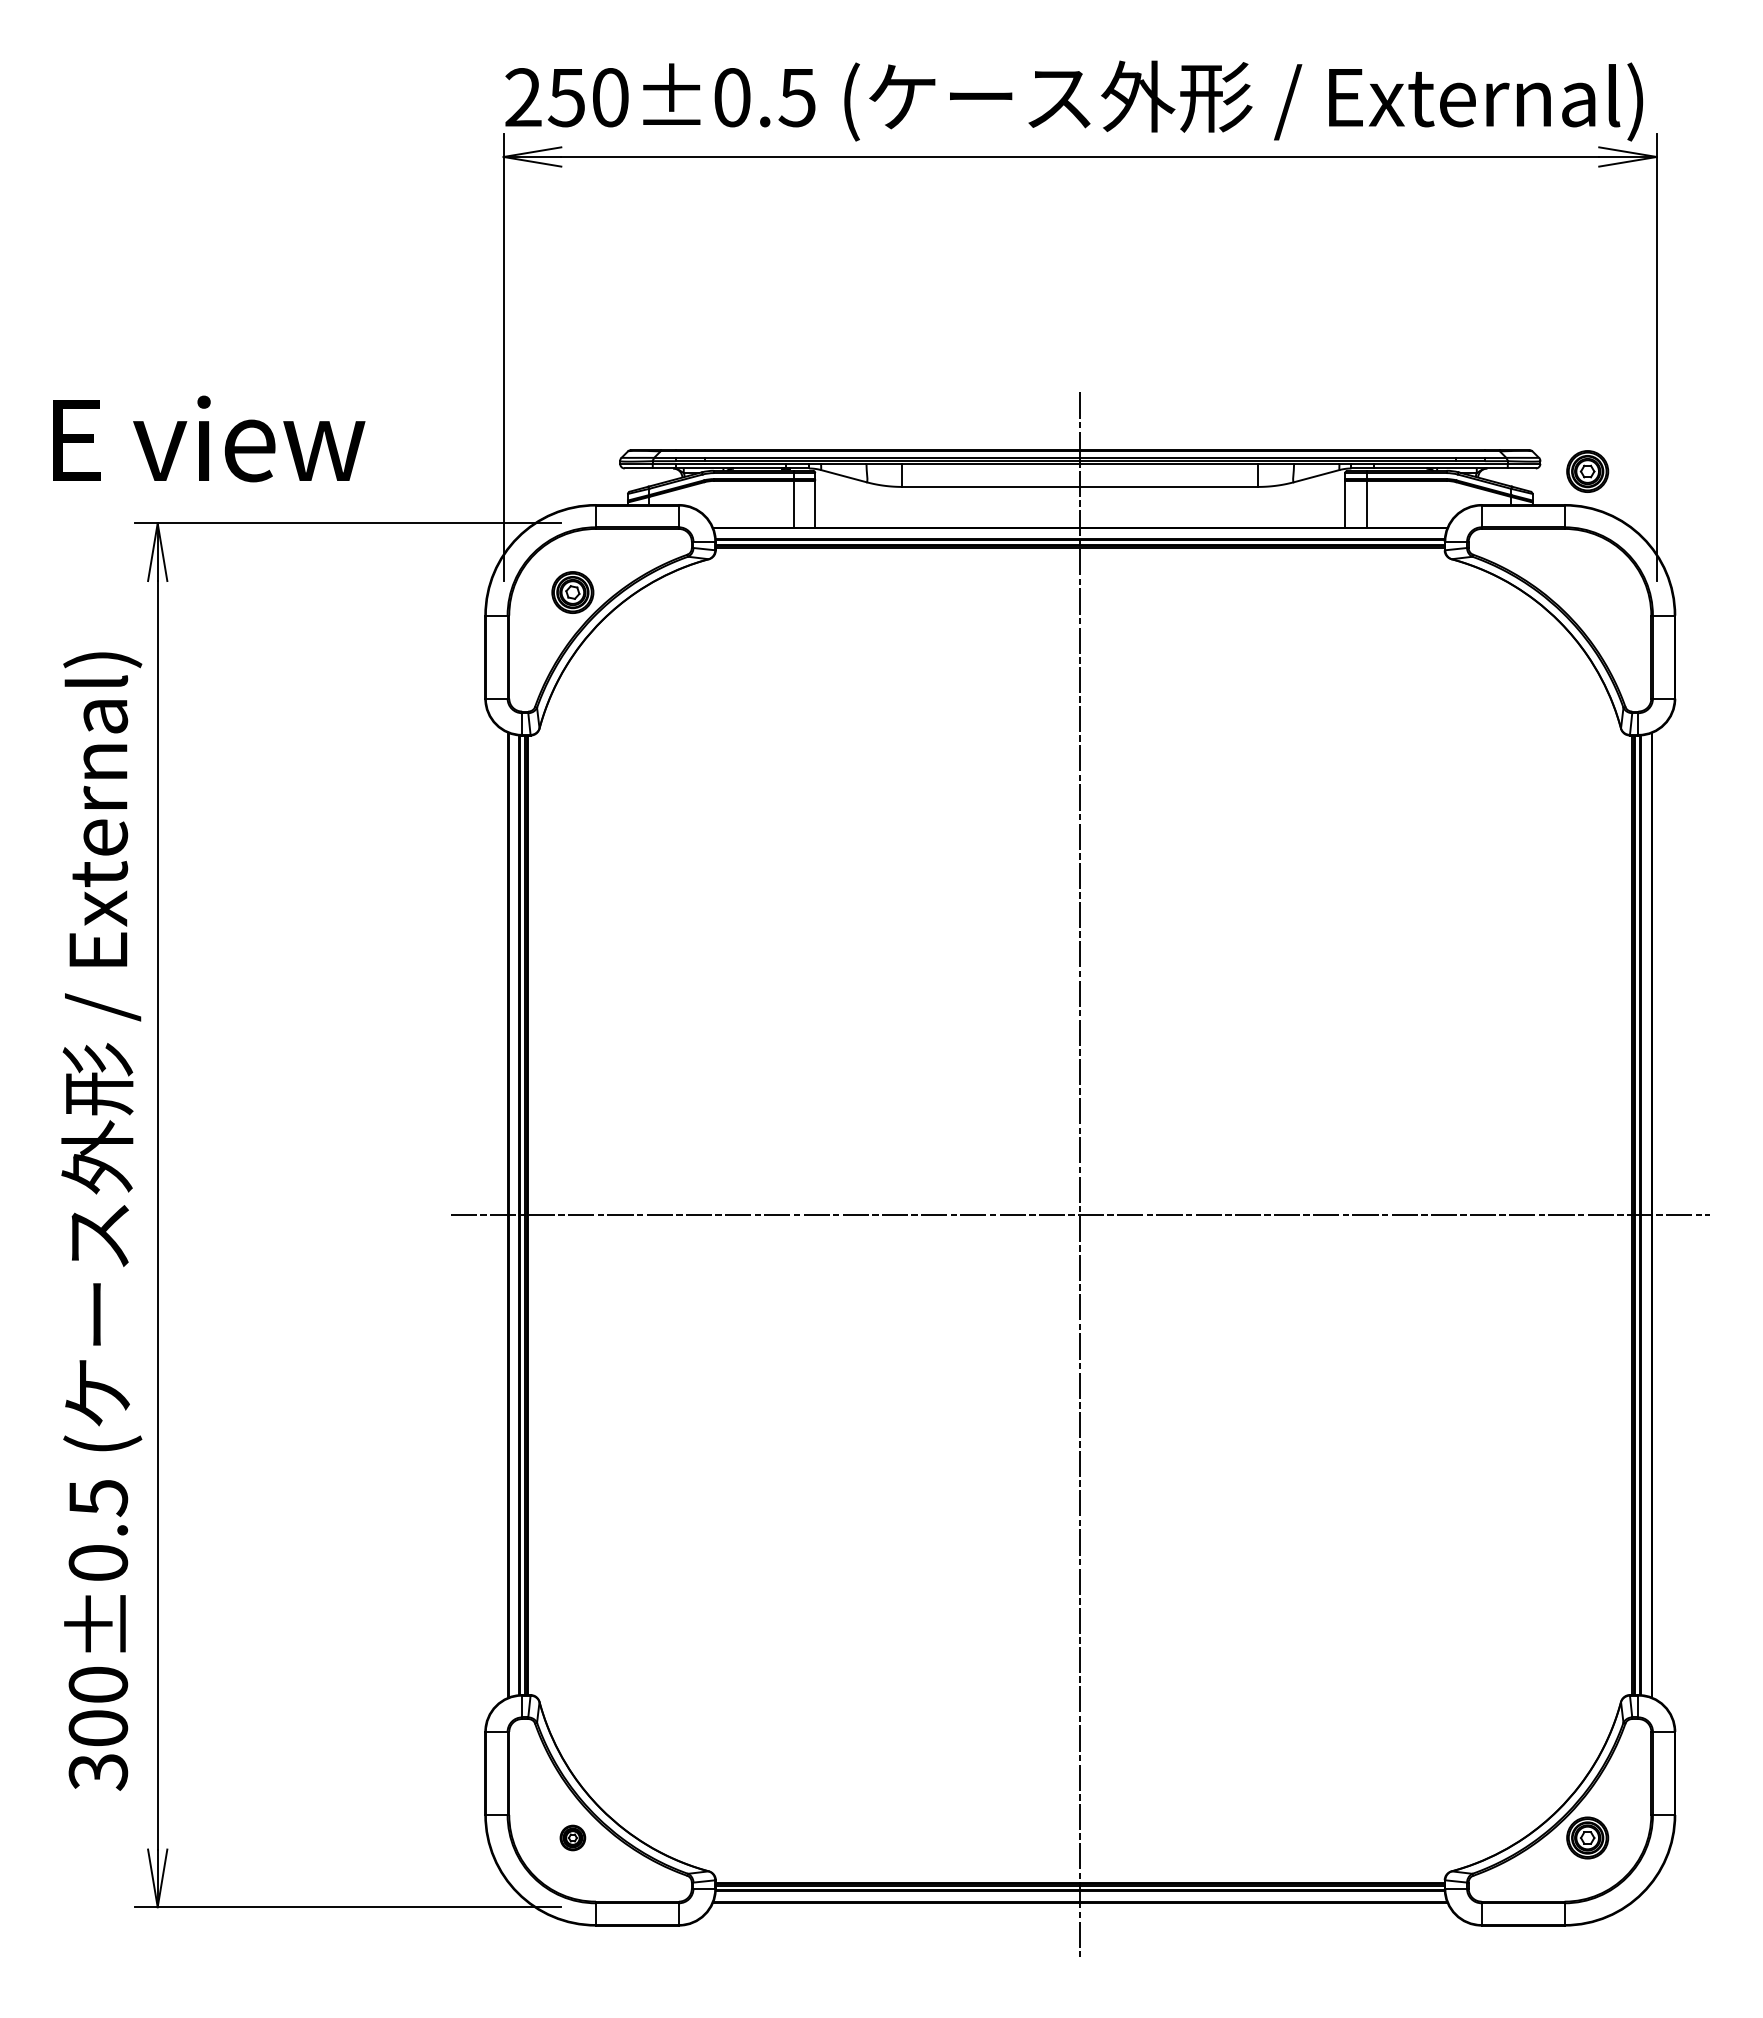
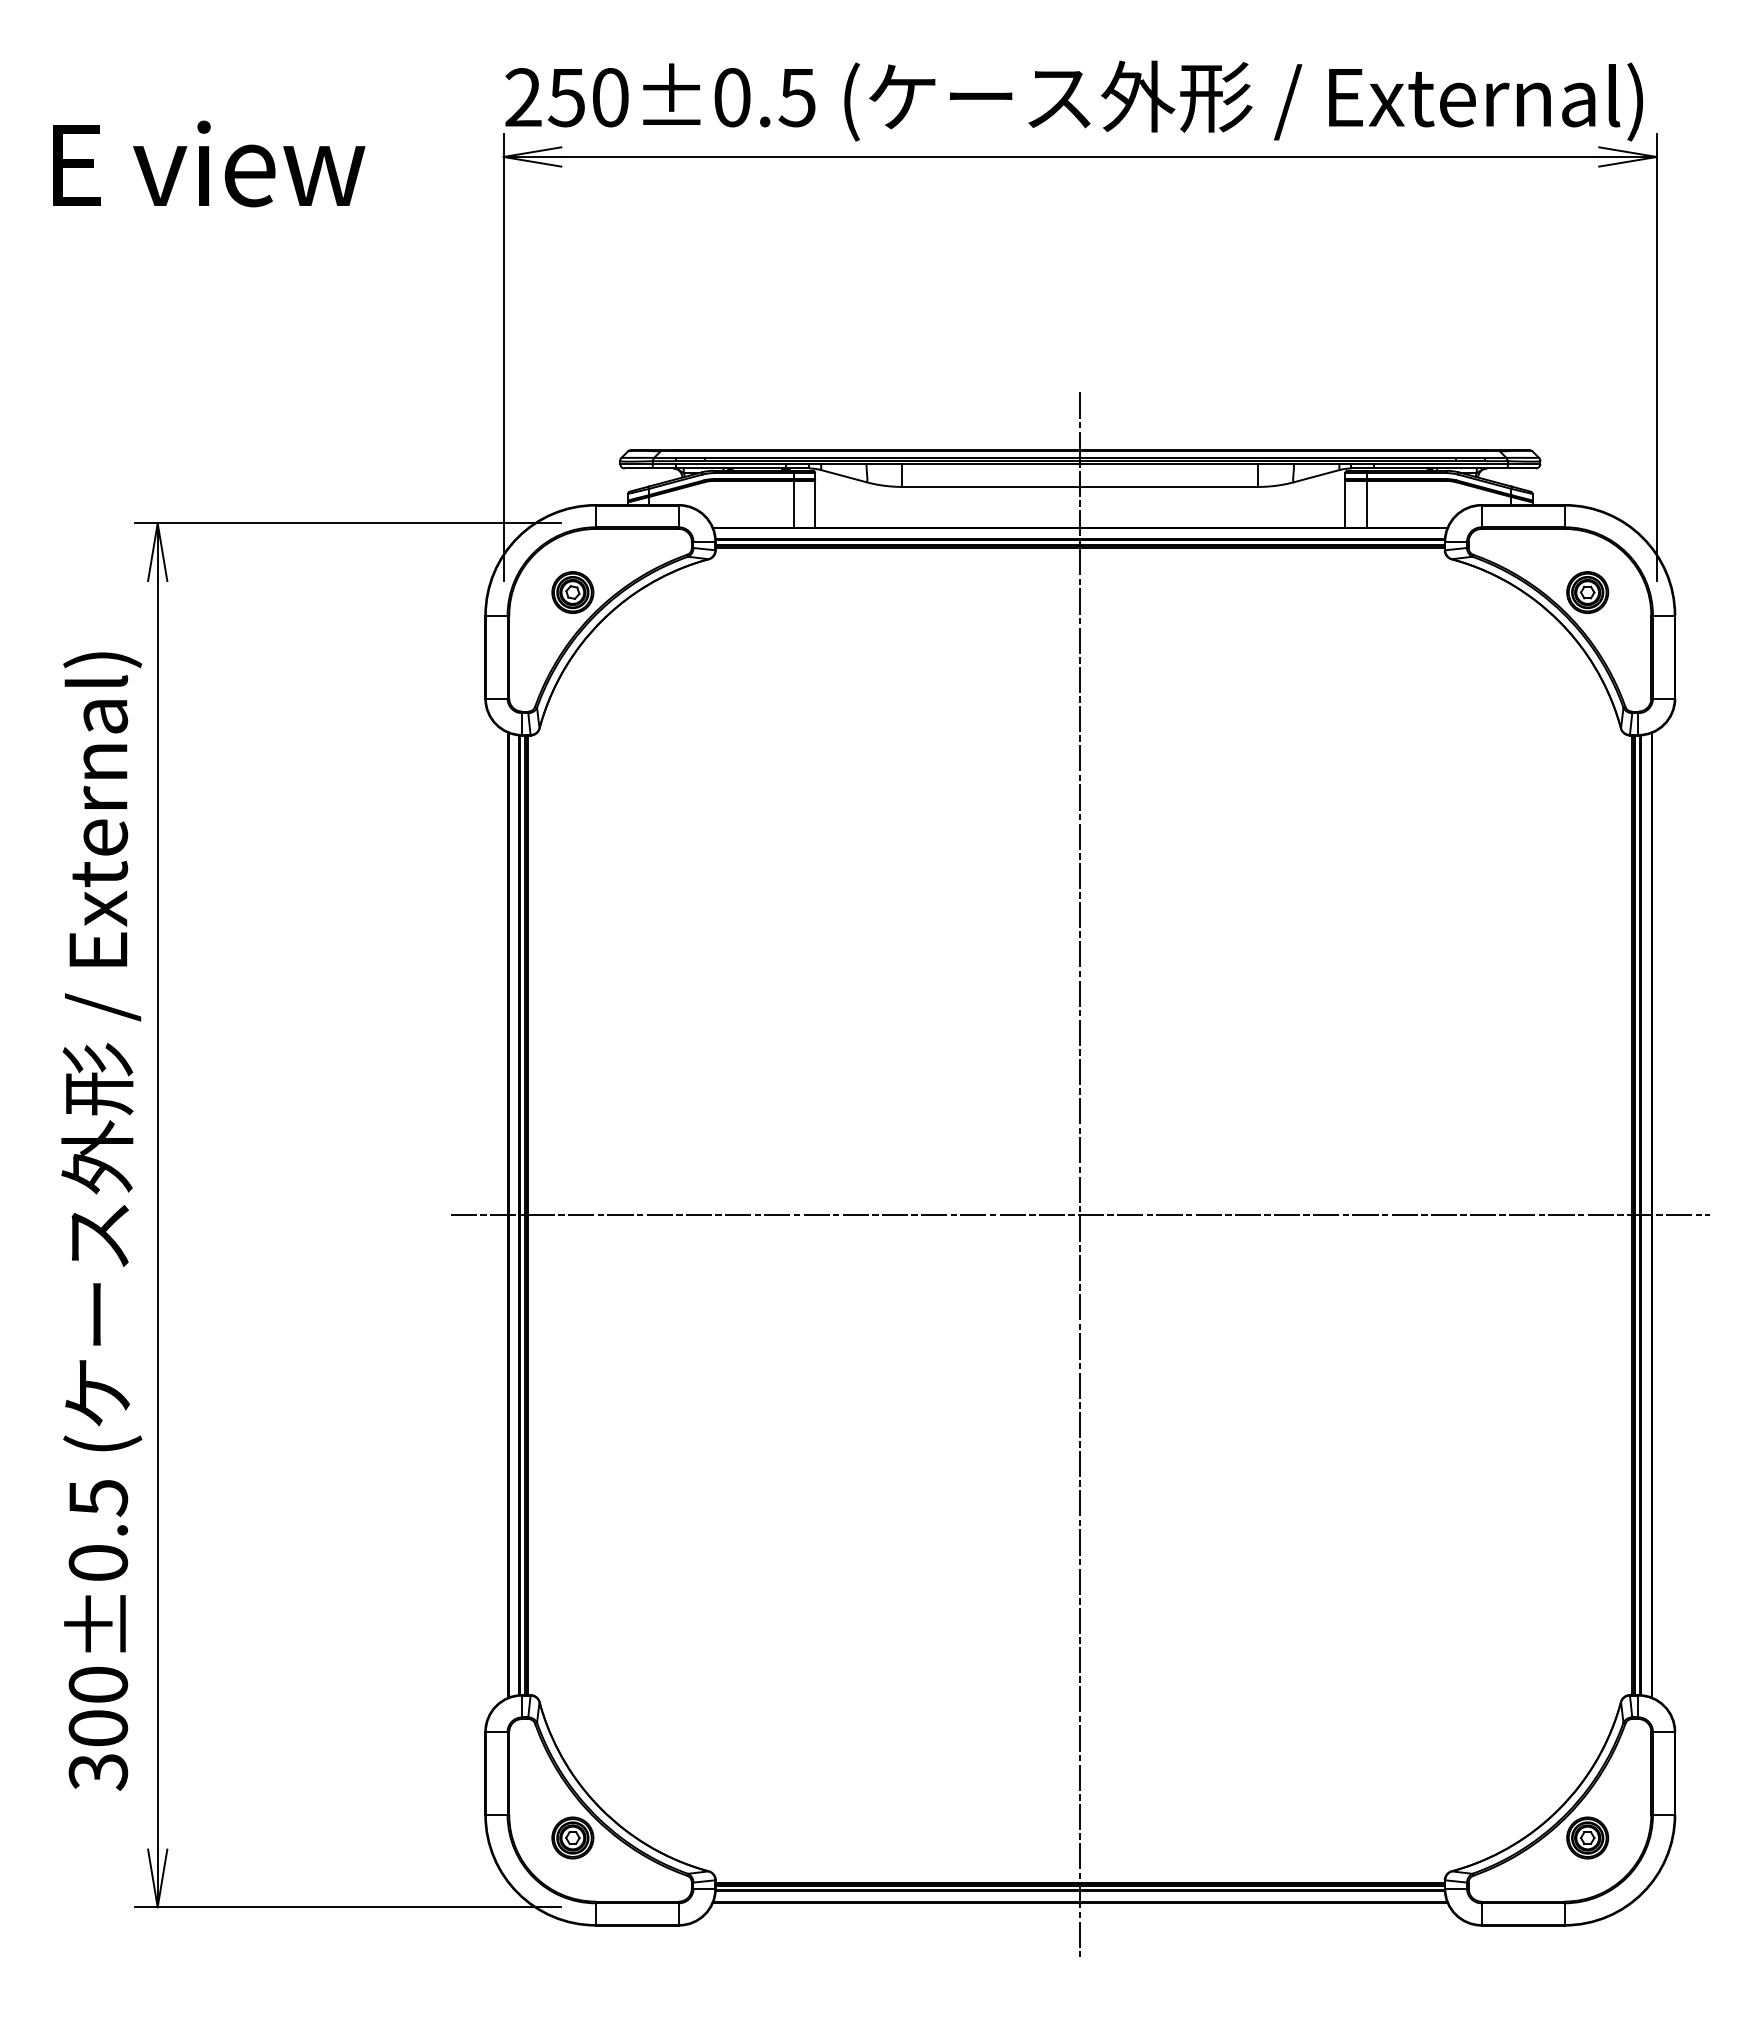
text at (209, 438) position: (209, 438) -> (209, 163)
part at (1587, 471) position: (1587, 471) -> (1587, 592)
part at (572, 1837) size: 28x28 px -> 44x44 px
